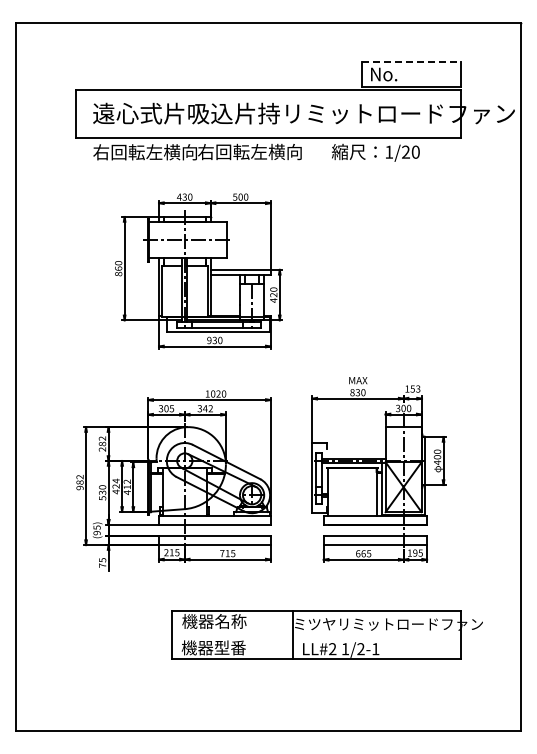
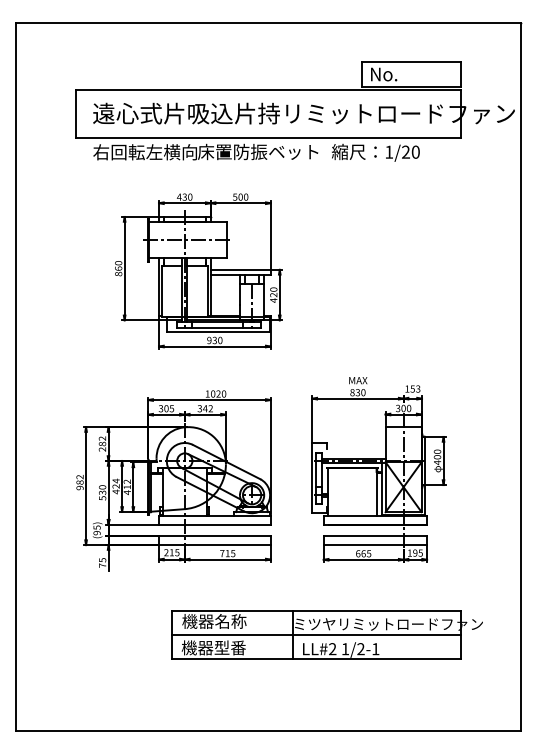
line at (412, 61): dashed -> solid
text at (258, 151): 右回転左横向 -> 床置防振ベット
line at (316, 635): none -> present
